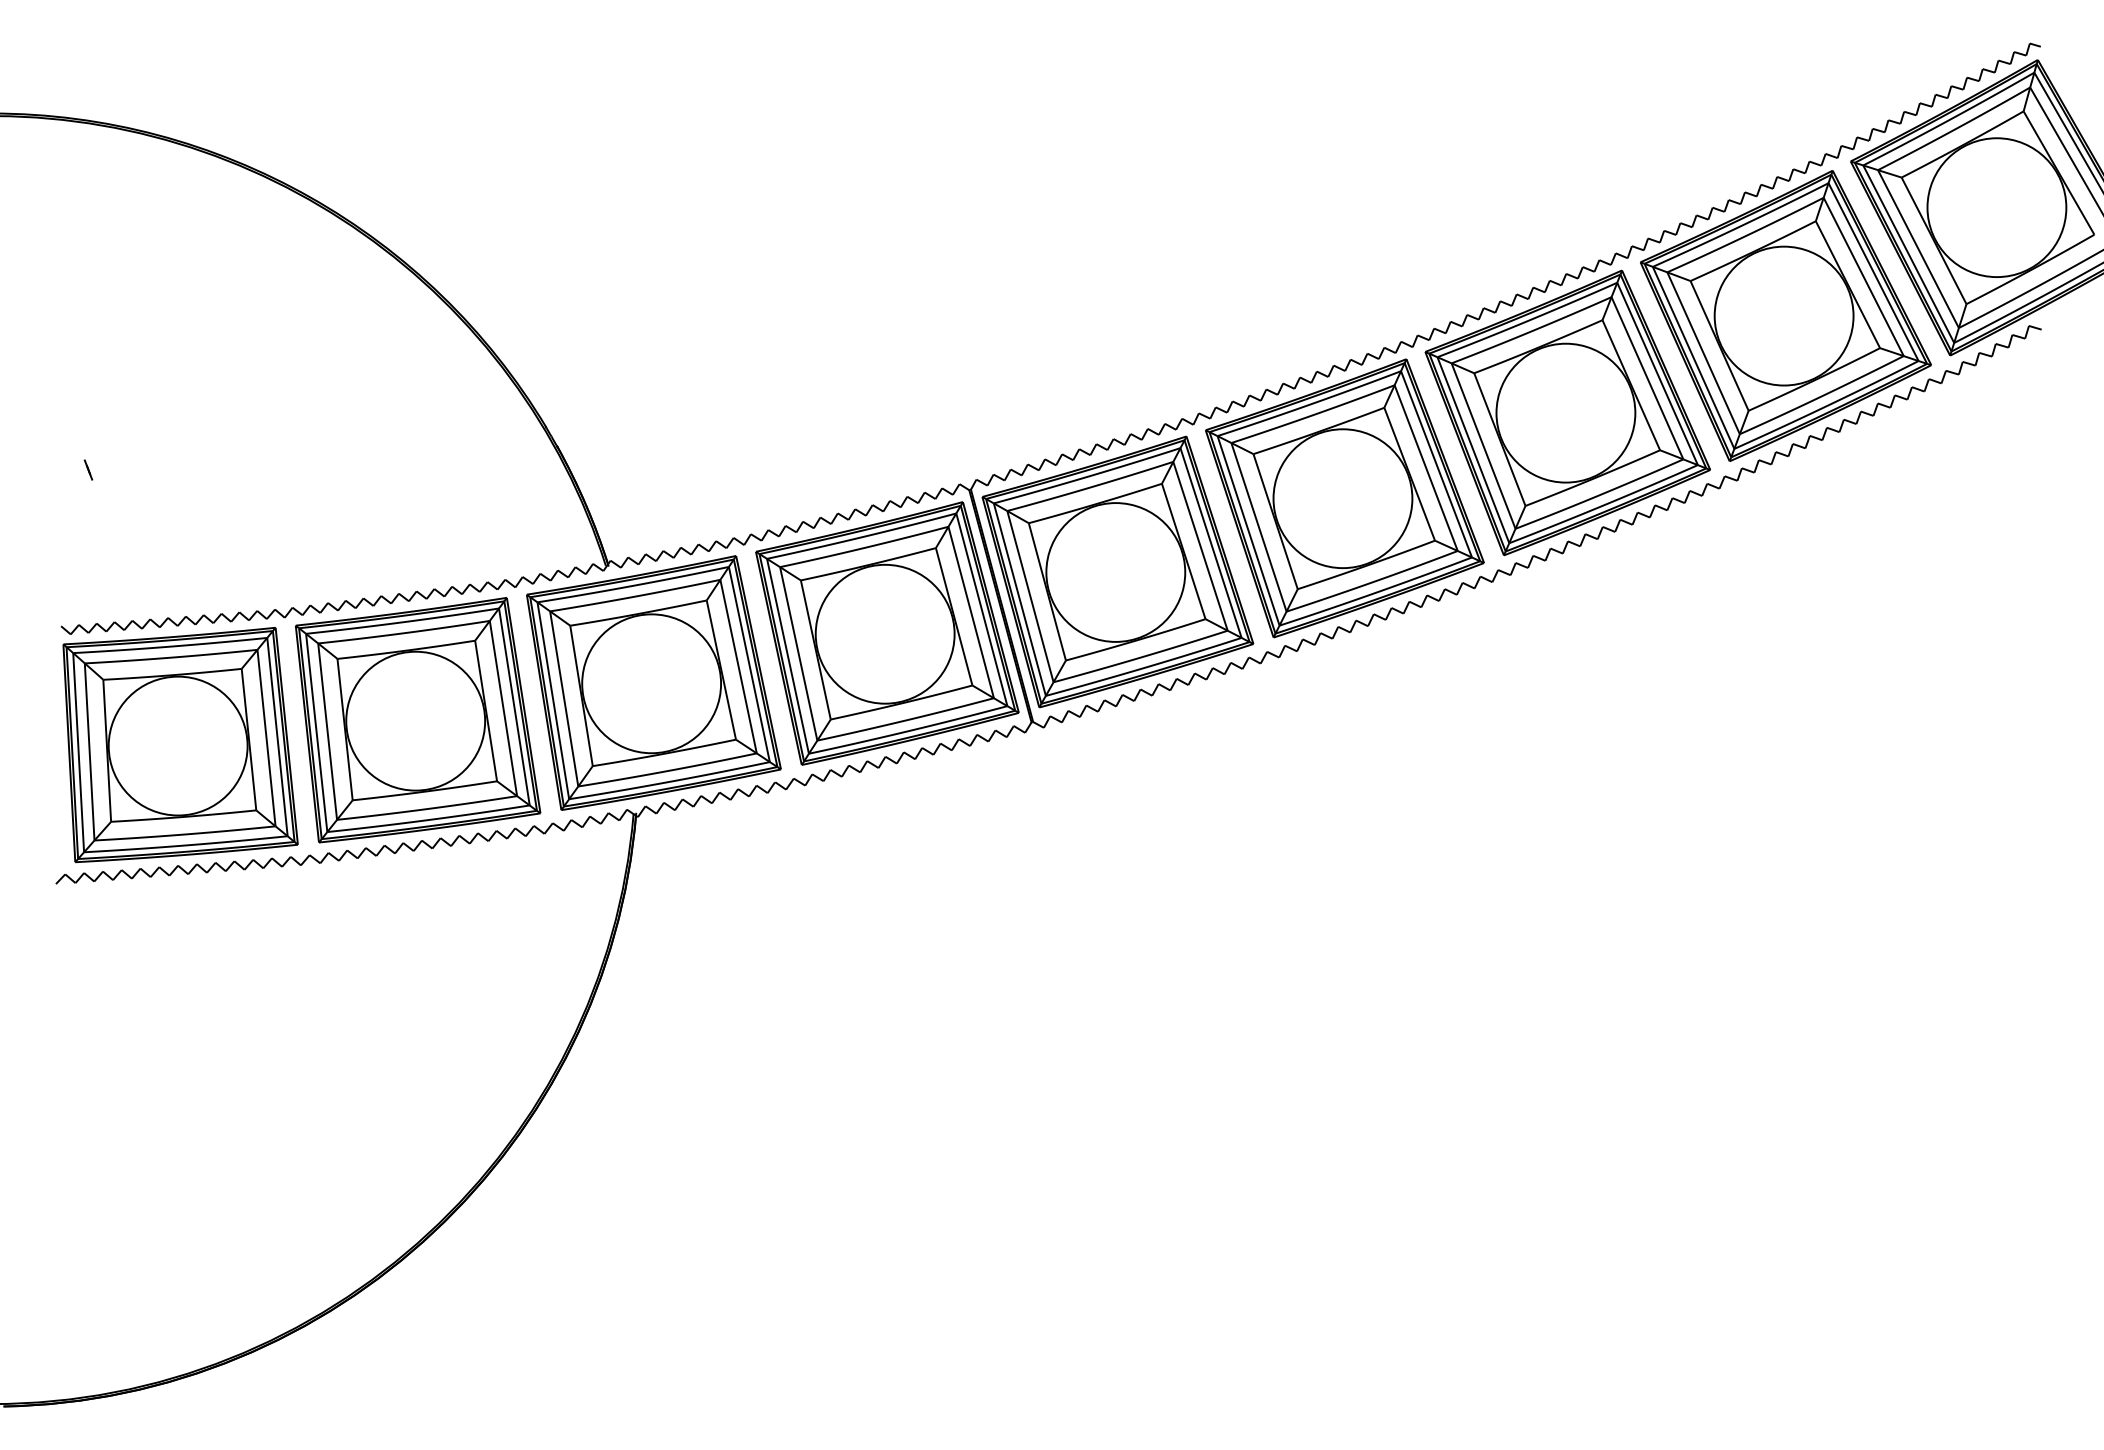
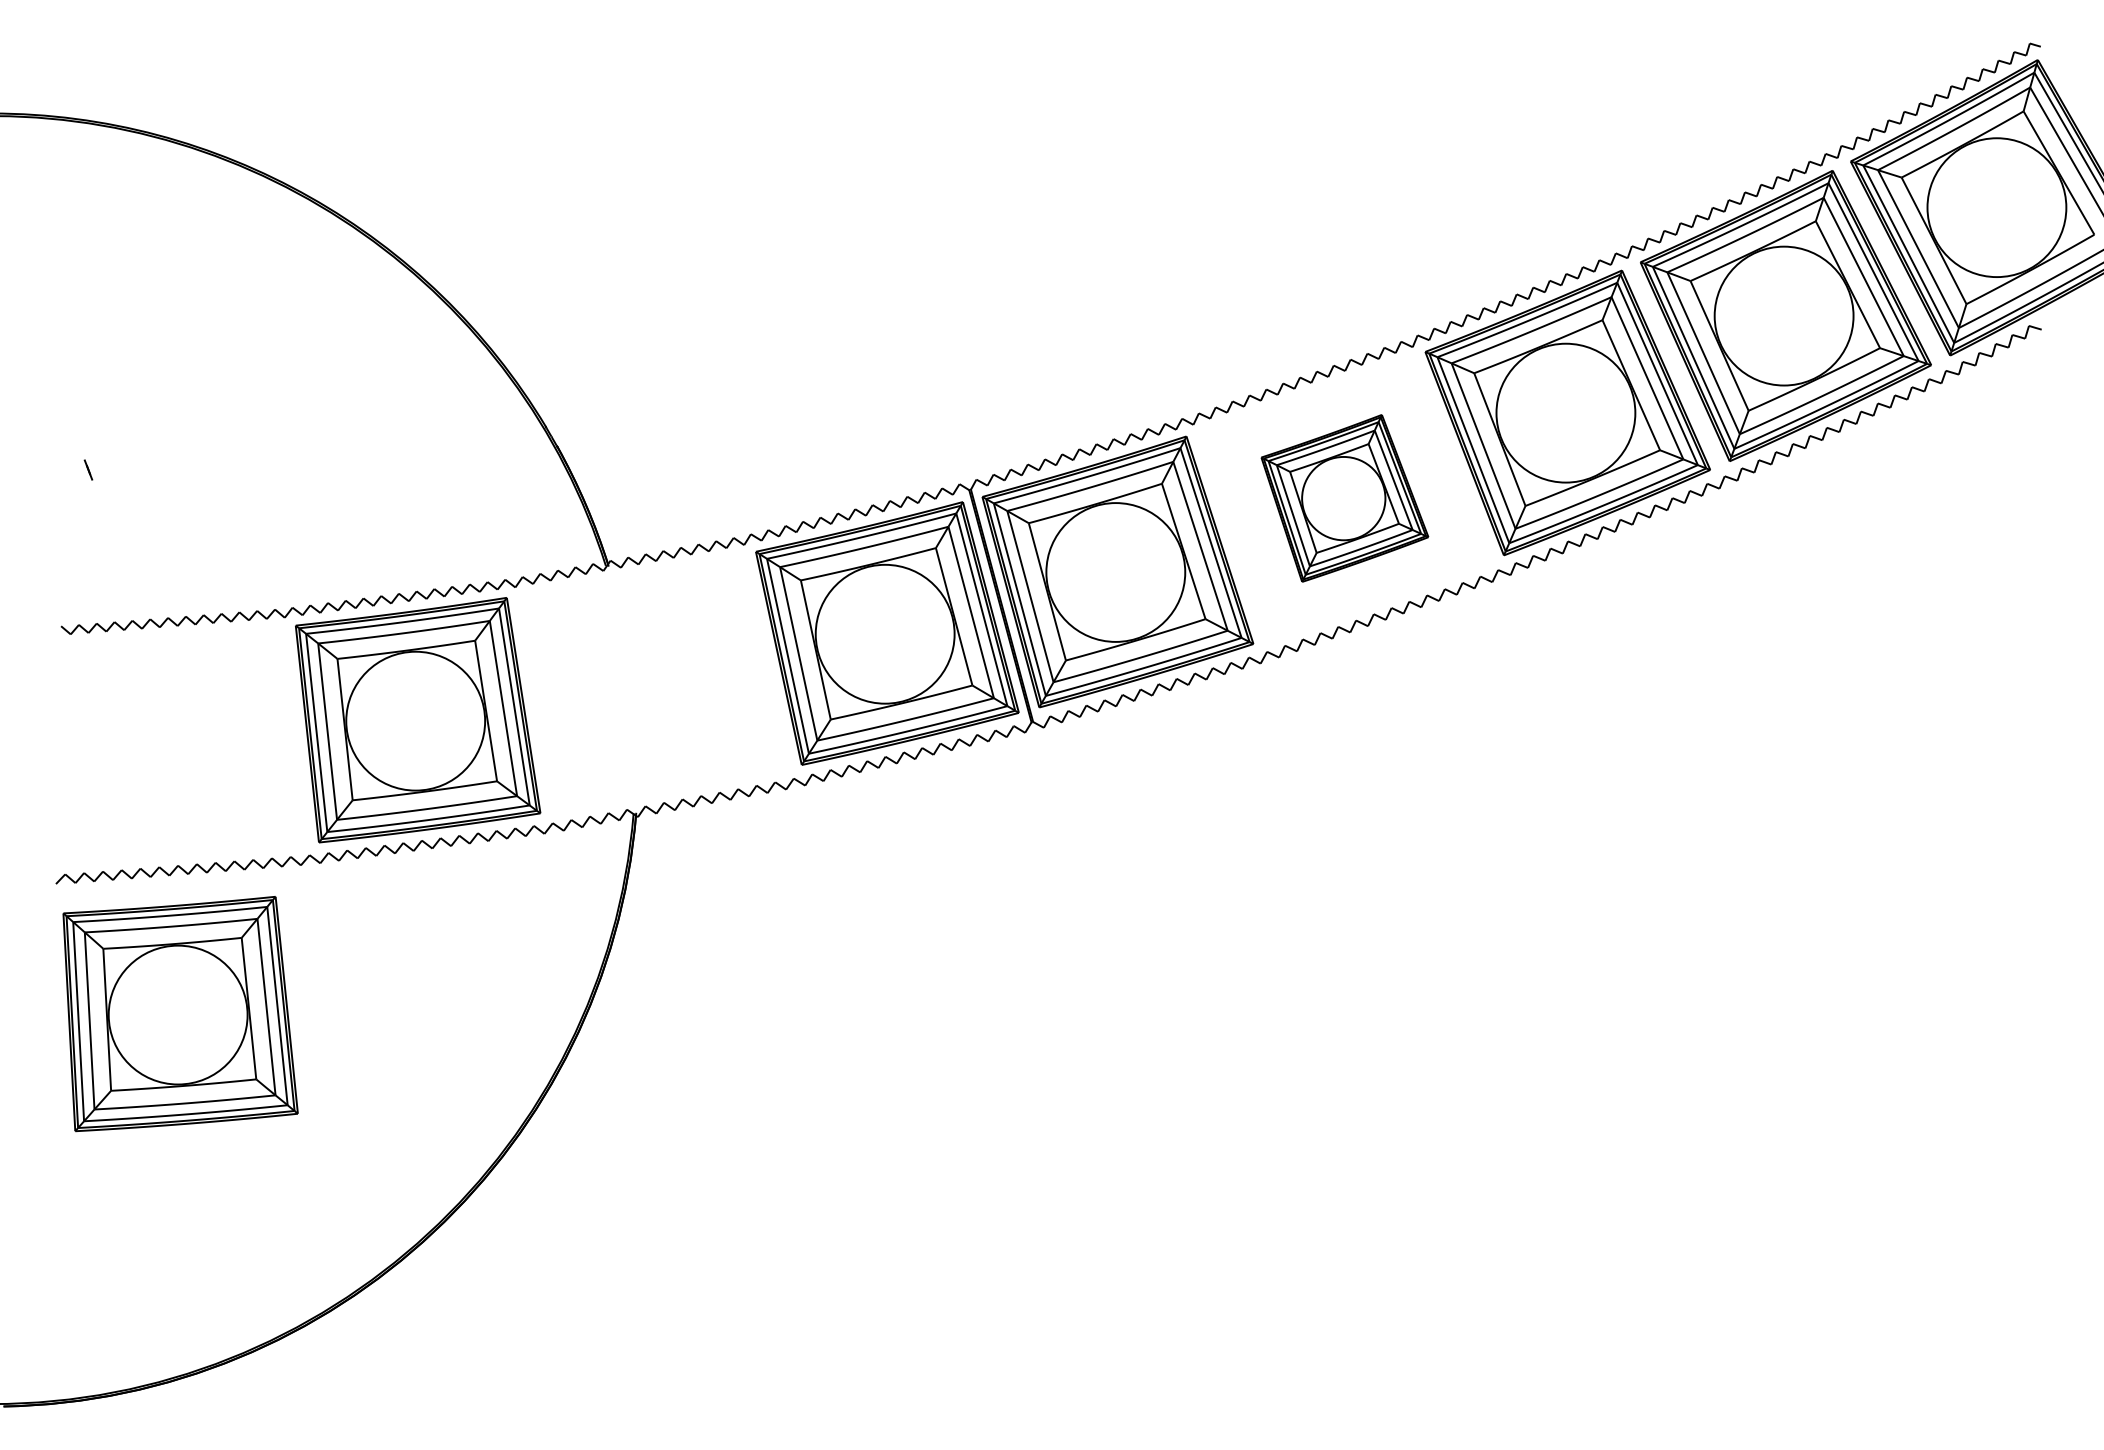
part at (1344, 498) size: 280x281 px -> 170x169 px
part at (653, 682): present -> none
part at (180, 745) position: (180, 745) -> (180, 1014)
